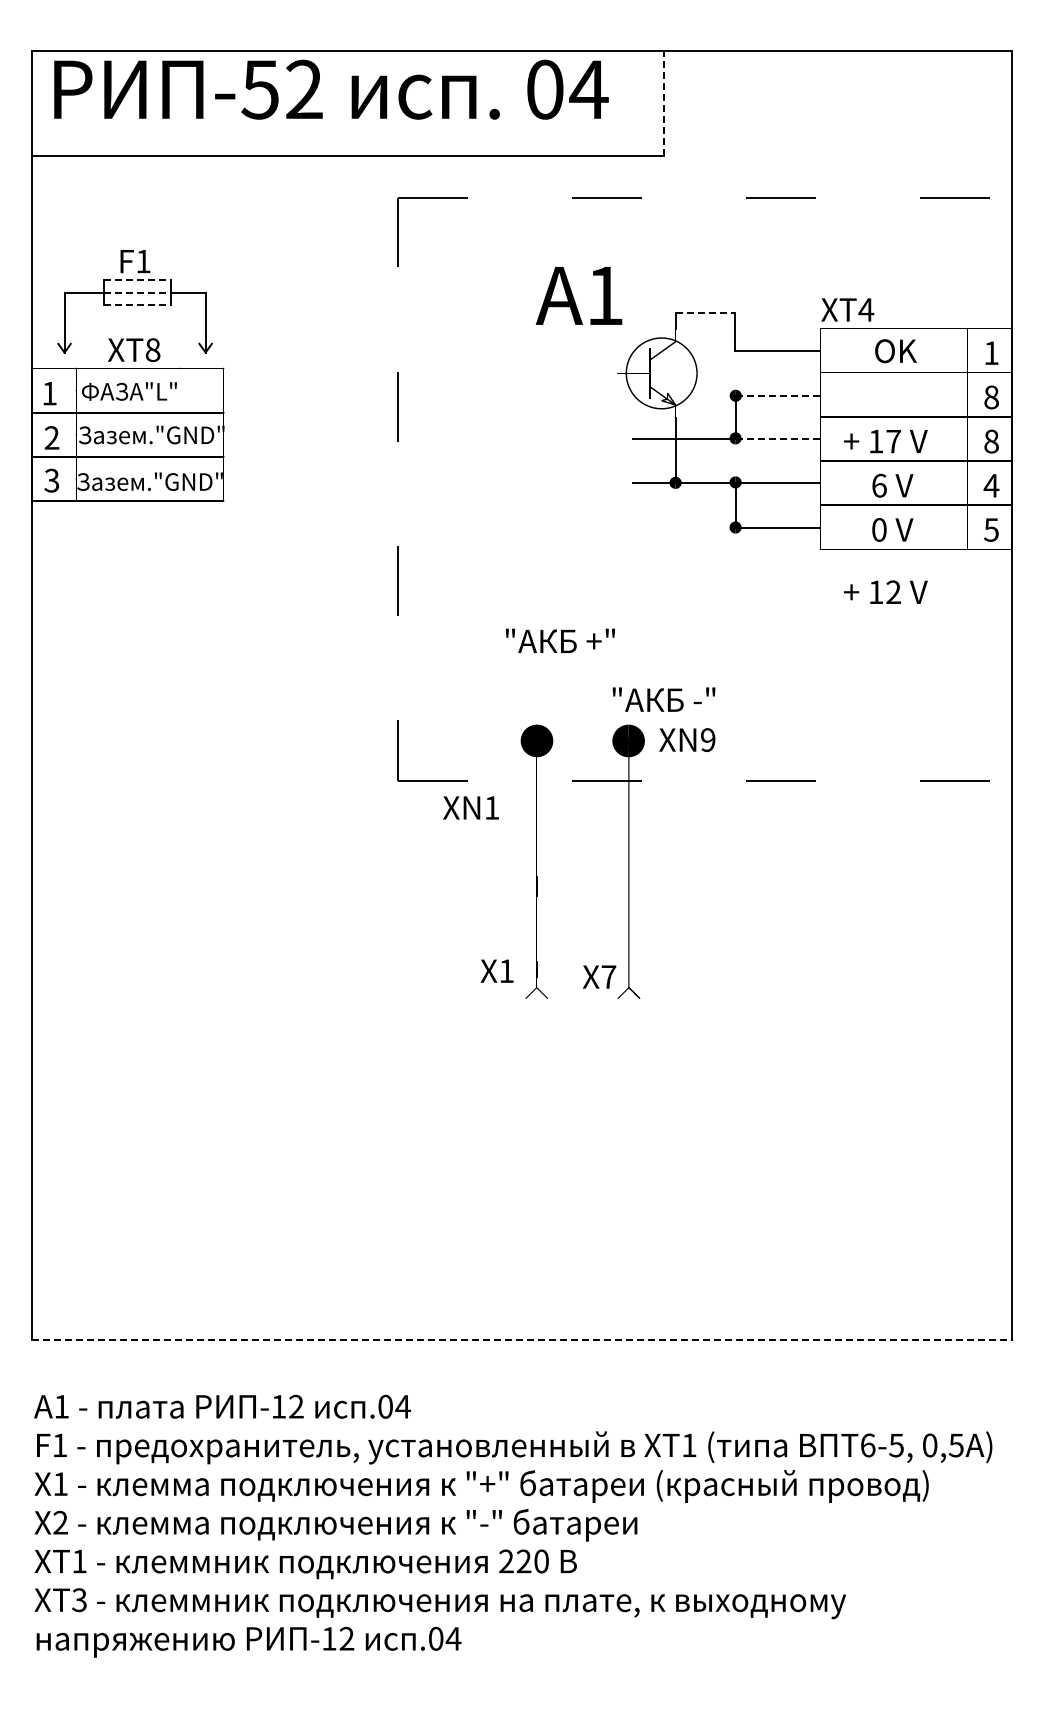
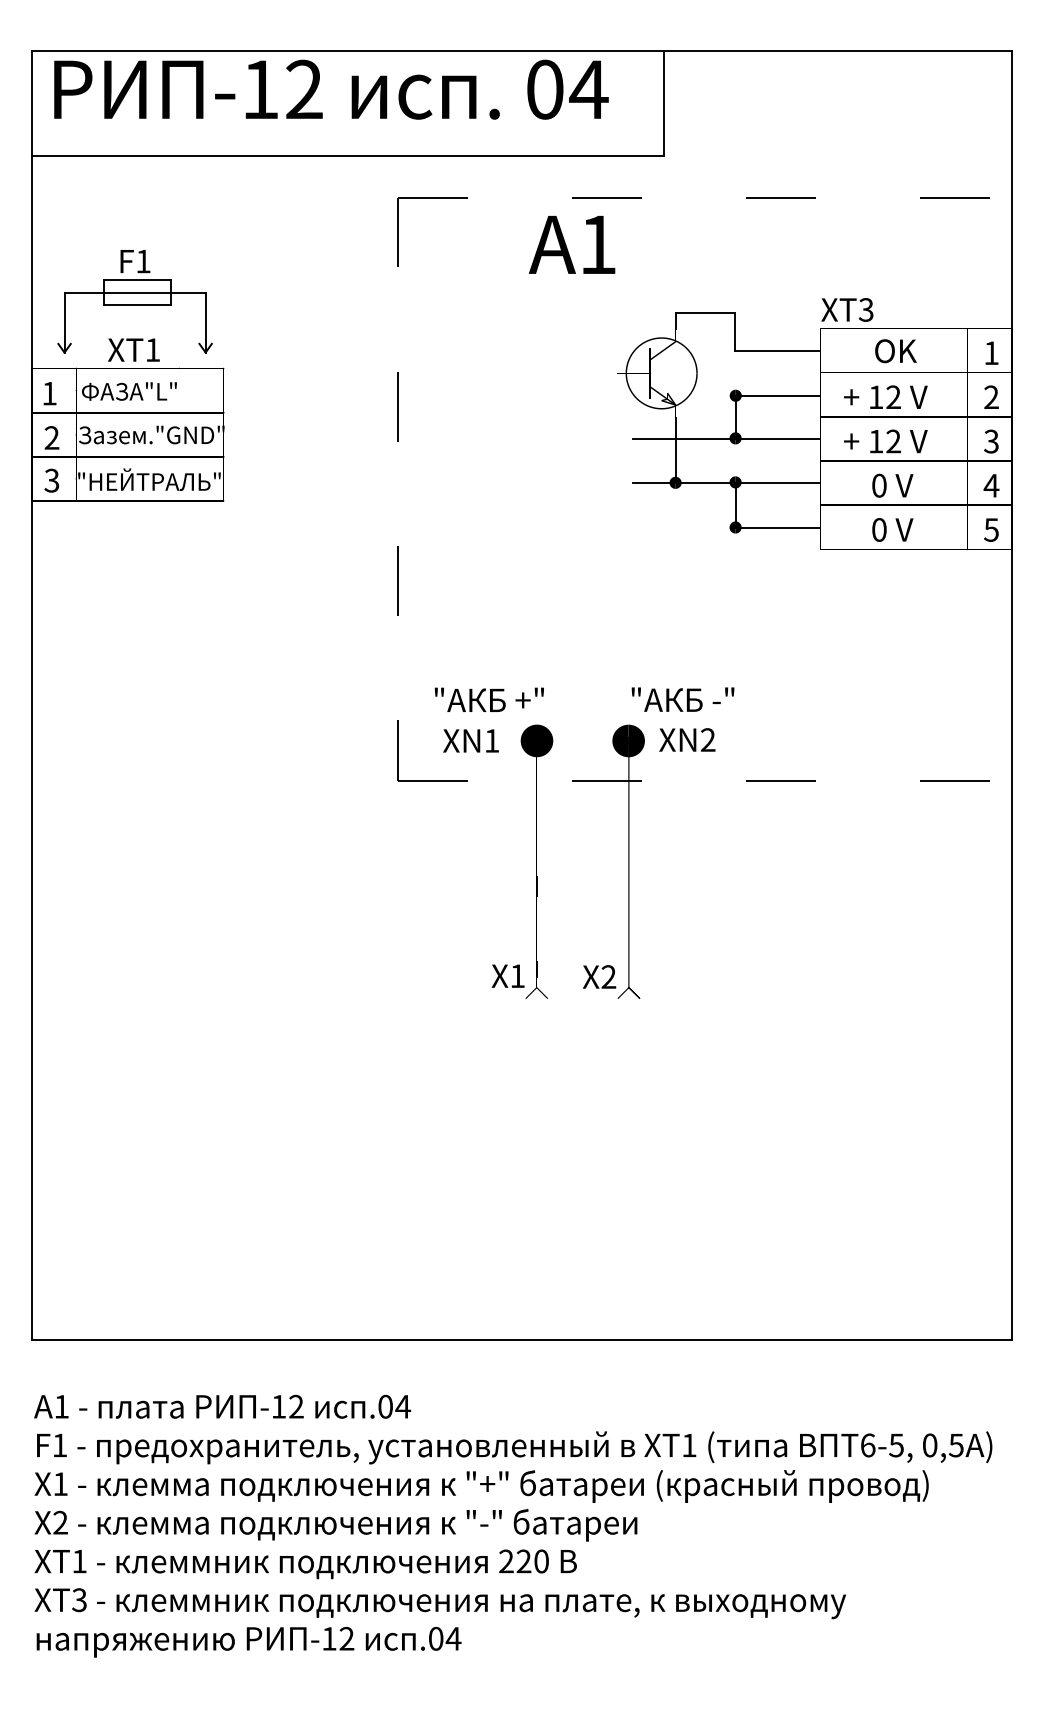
text at (259, 89): -52 -> -12
line at (663, 102): dashed -> solid
line at (137, 280): dashed -> solid
line at (137, 292): dashed -> solid
text at (578, 295) position: (578, 295) -> (571, 244)
line at (137, 305): dashed -> solid
text at (866, 309): XT4 -> XT3
line at (705, 313): dashed -> solid
text at (152, 350): XT8 -> XT1
line at (777, 396): dashed -> solid
text at (991, 397): 8 -> 2
line at (778, 438): dashed -> solid
text at (893, 441): 17 -> 12
text at (991, 441): 8 -> 3
text at (149, 479): Зазем."GND" -> "НЕЙТРАЛЬ"
text at (879, 485): 6 -> 0
text at (885, 591) position: (885, 591) -> (885, 396)
text at (559, 640) position: (559, 640) -> (488, 699)
text at (663, 699) position: (663, 699) -> (682, 699)
text at (708, 739): XN9 -> XN2
text at (470, 807) position: (470, 807) -> (470, 740)
text at (496, 970) position: (496, 970) -> (507, 975)
text at (608, 976): X7 -> X2
line at (522, 1340): dashed -> solid
